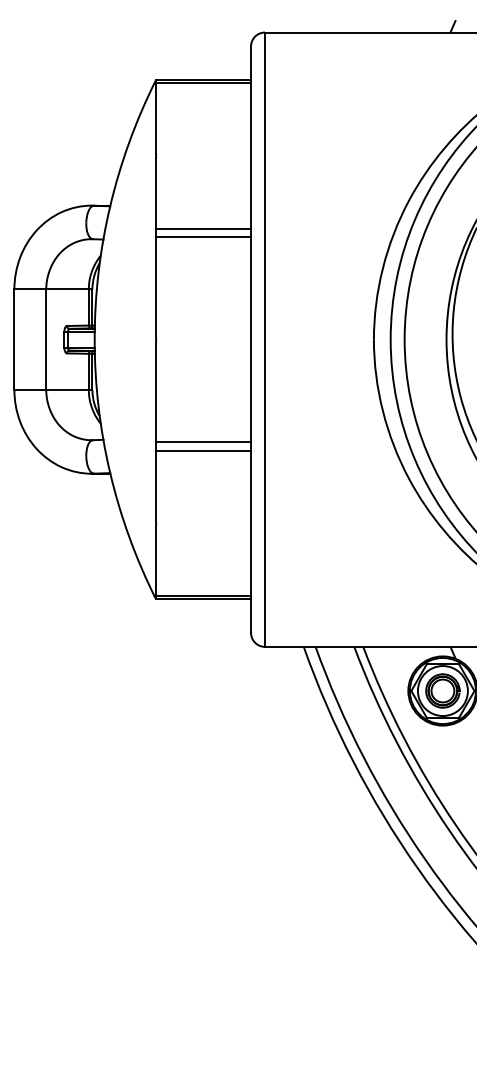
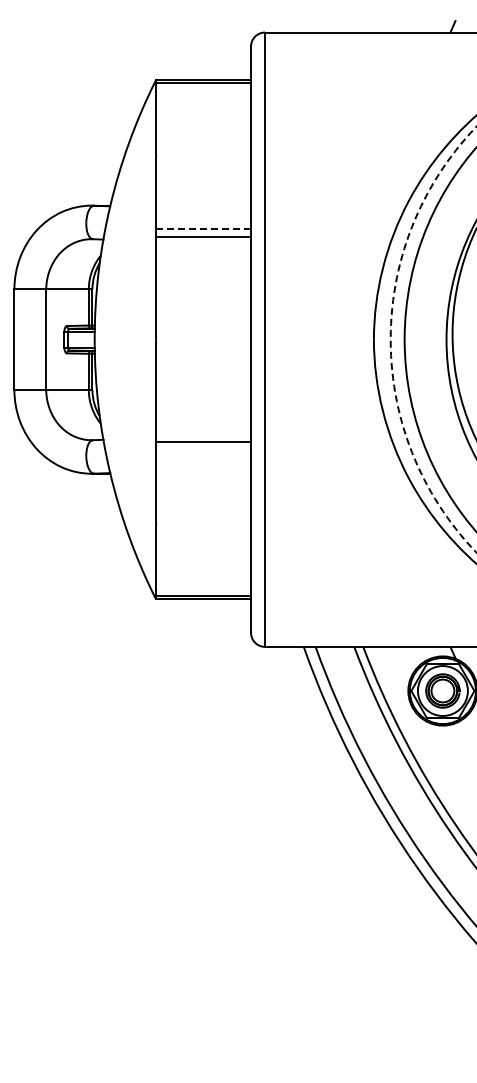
line at (203, 228): solid -> dashed
circle at (433, 339): solid -> dashed
line at (203, 450): present -> none
